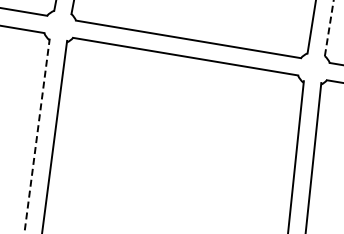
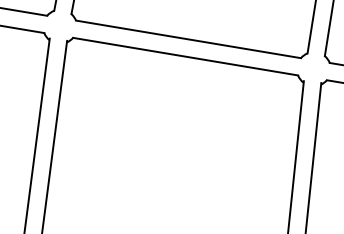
line at (329, 28): dashed -> solid
line at (37, 135): dashed -> solid
